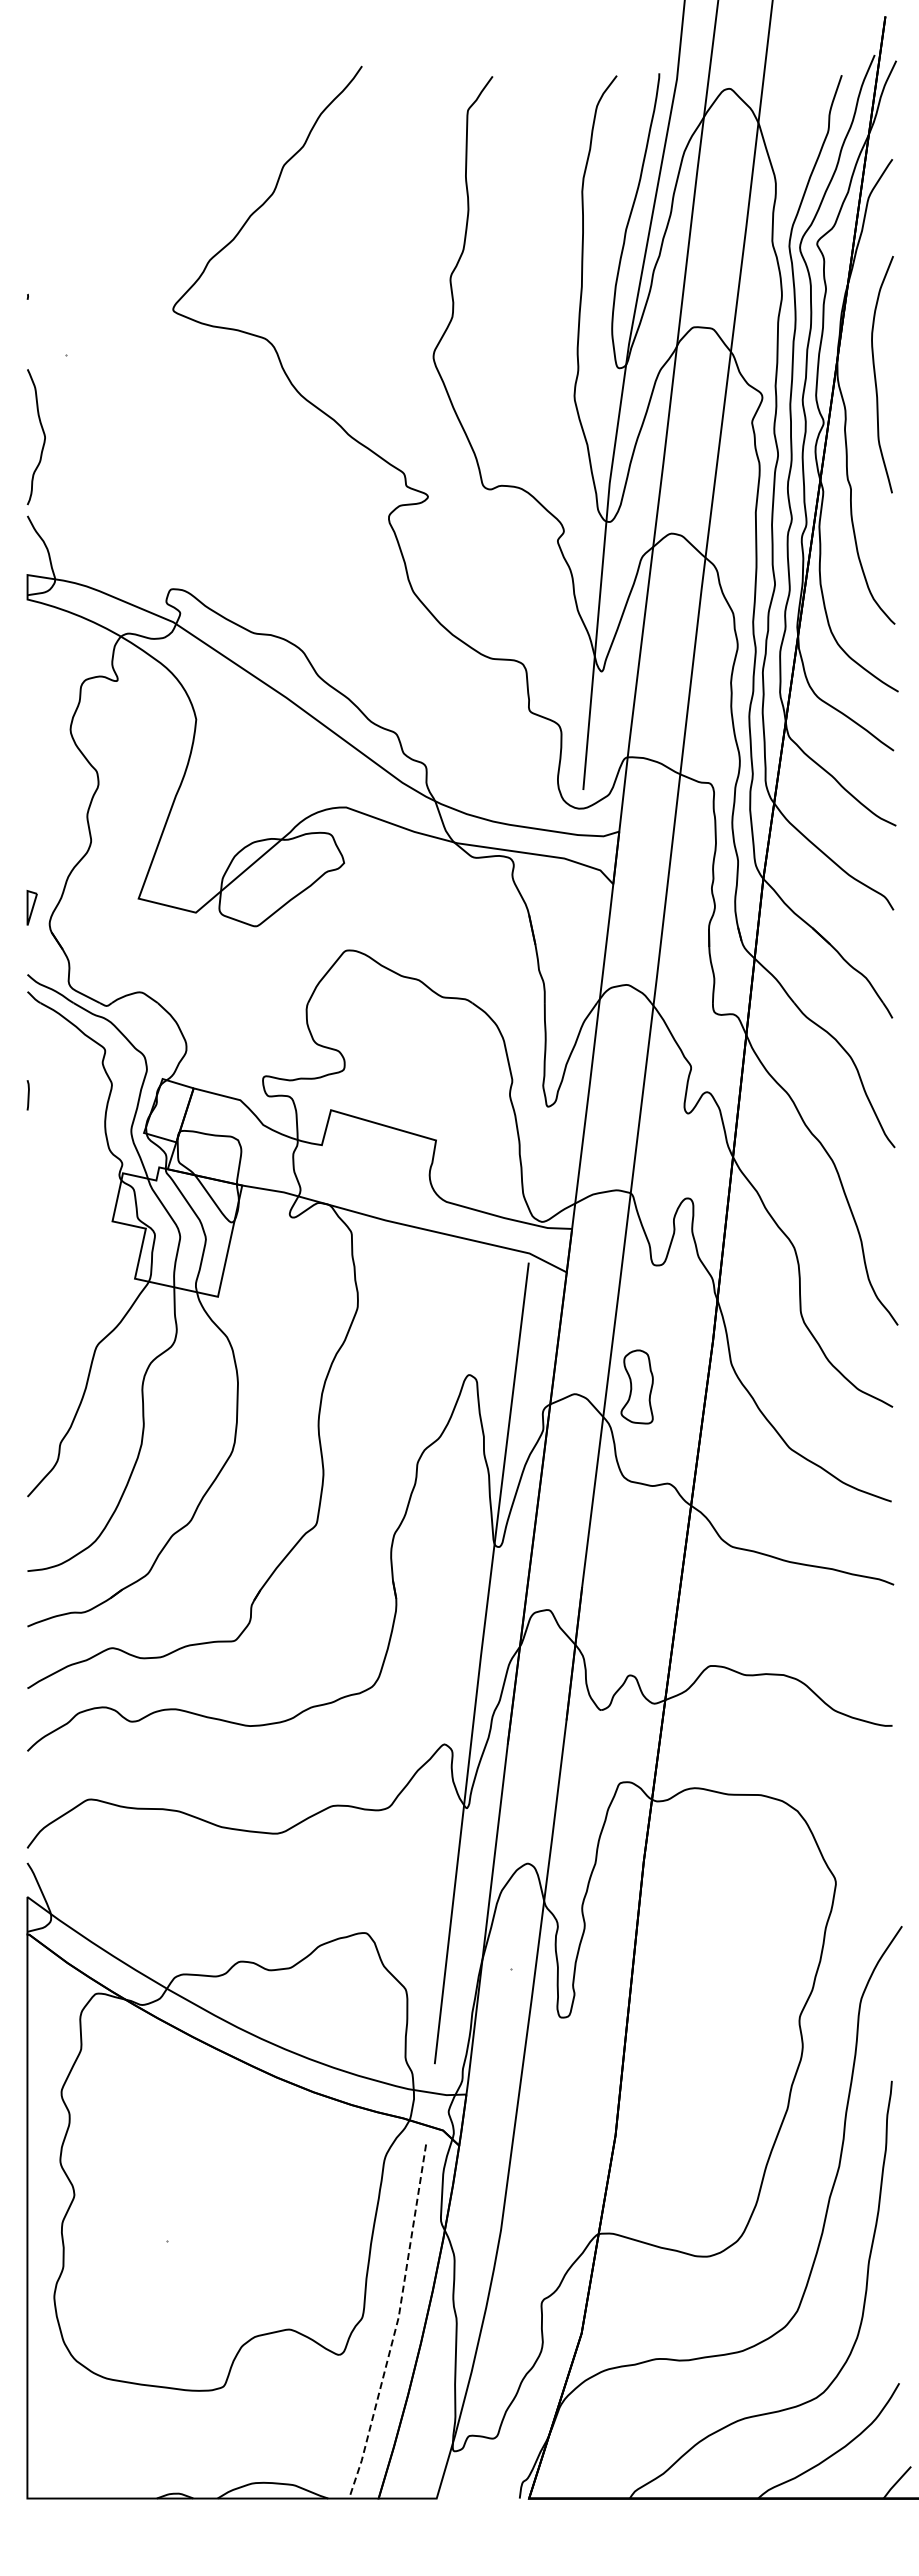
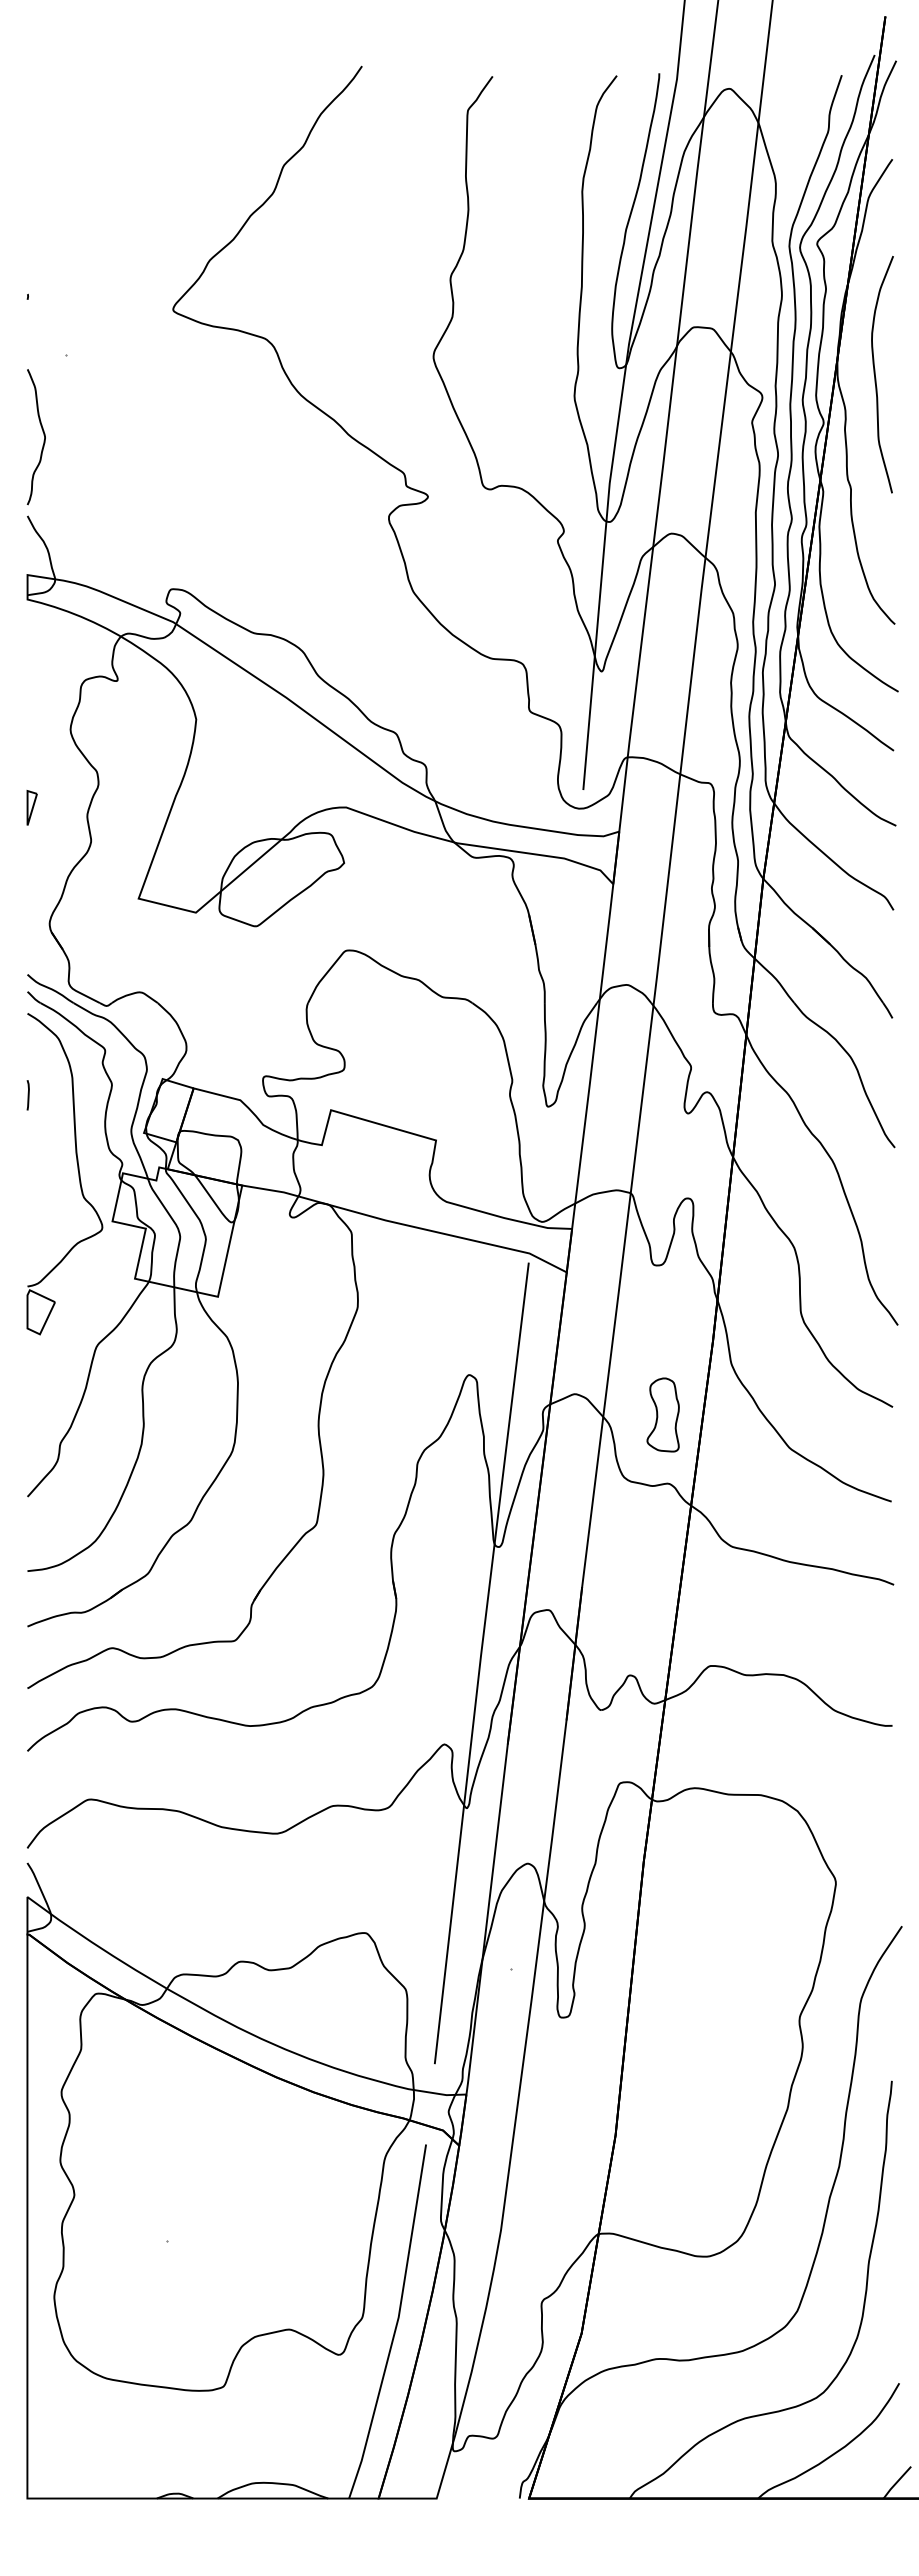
part at (31, 907) position: (31, 907) -> (31, 807)
part at (77, 1170): none -> present
part at (636, 1386) position: (636, 1386) -> (662, 1414)
line at (396, 2324): dashed -> solid
